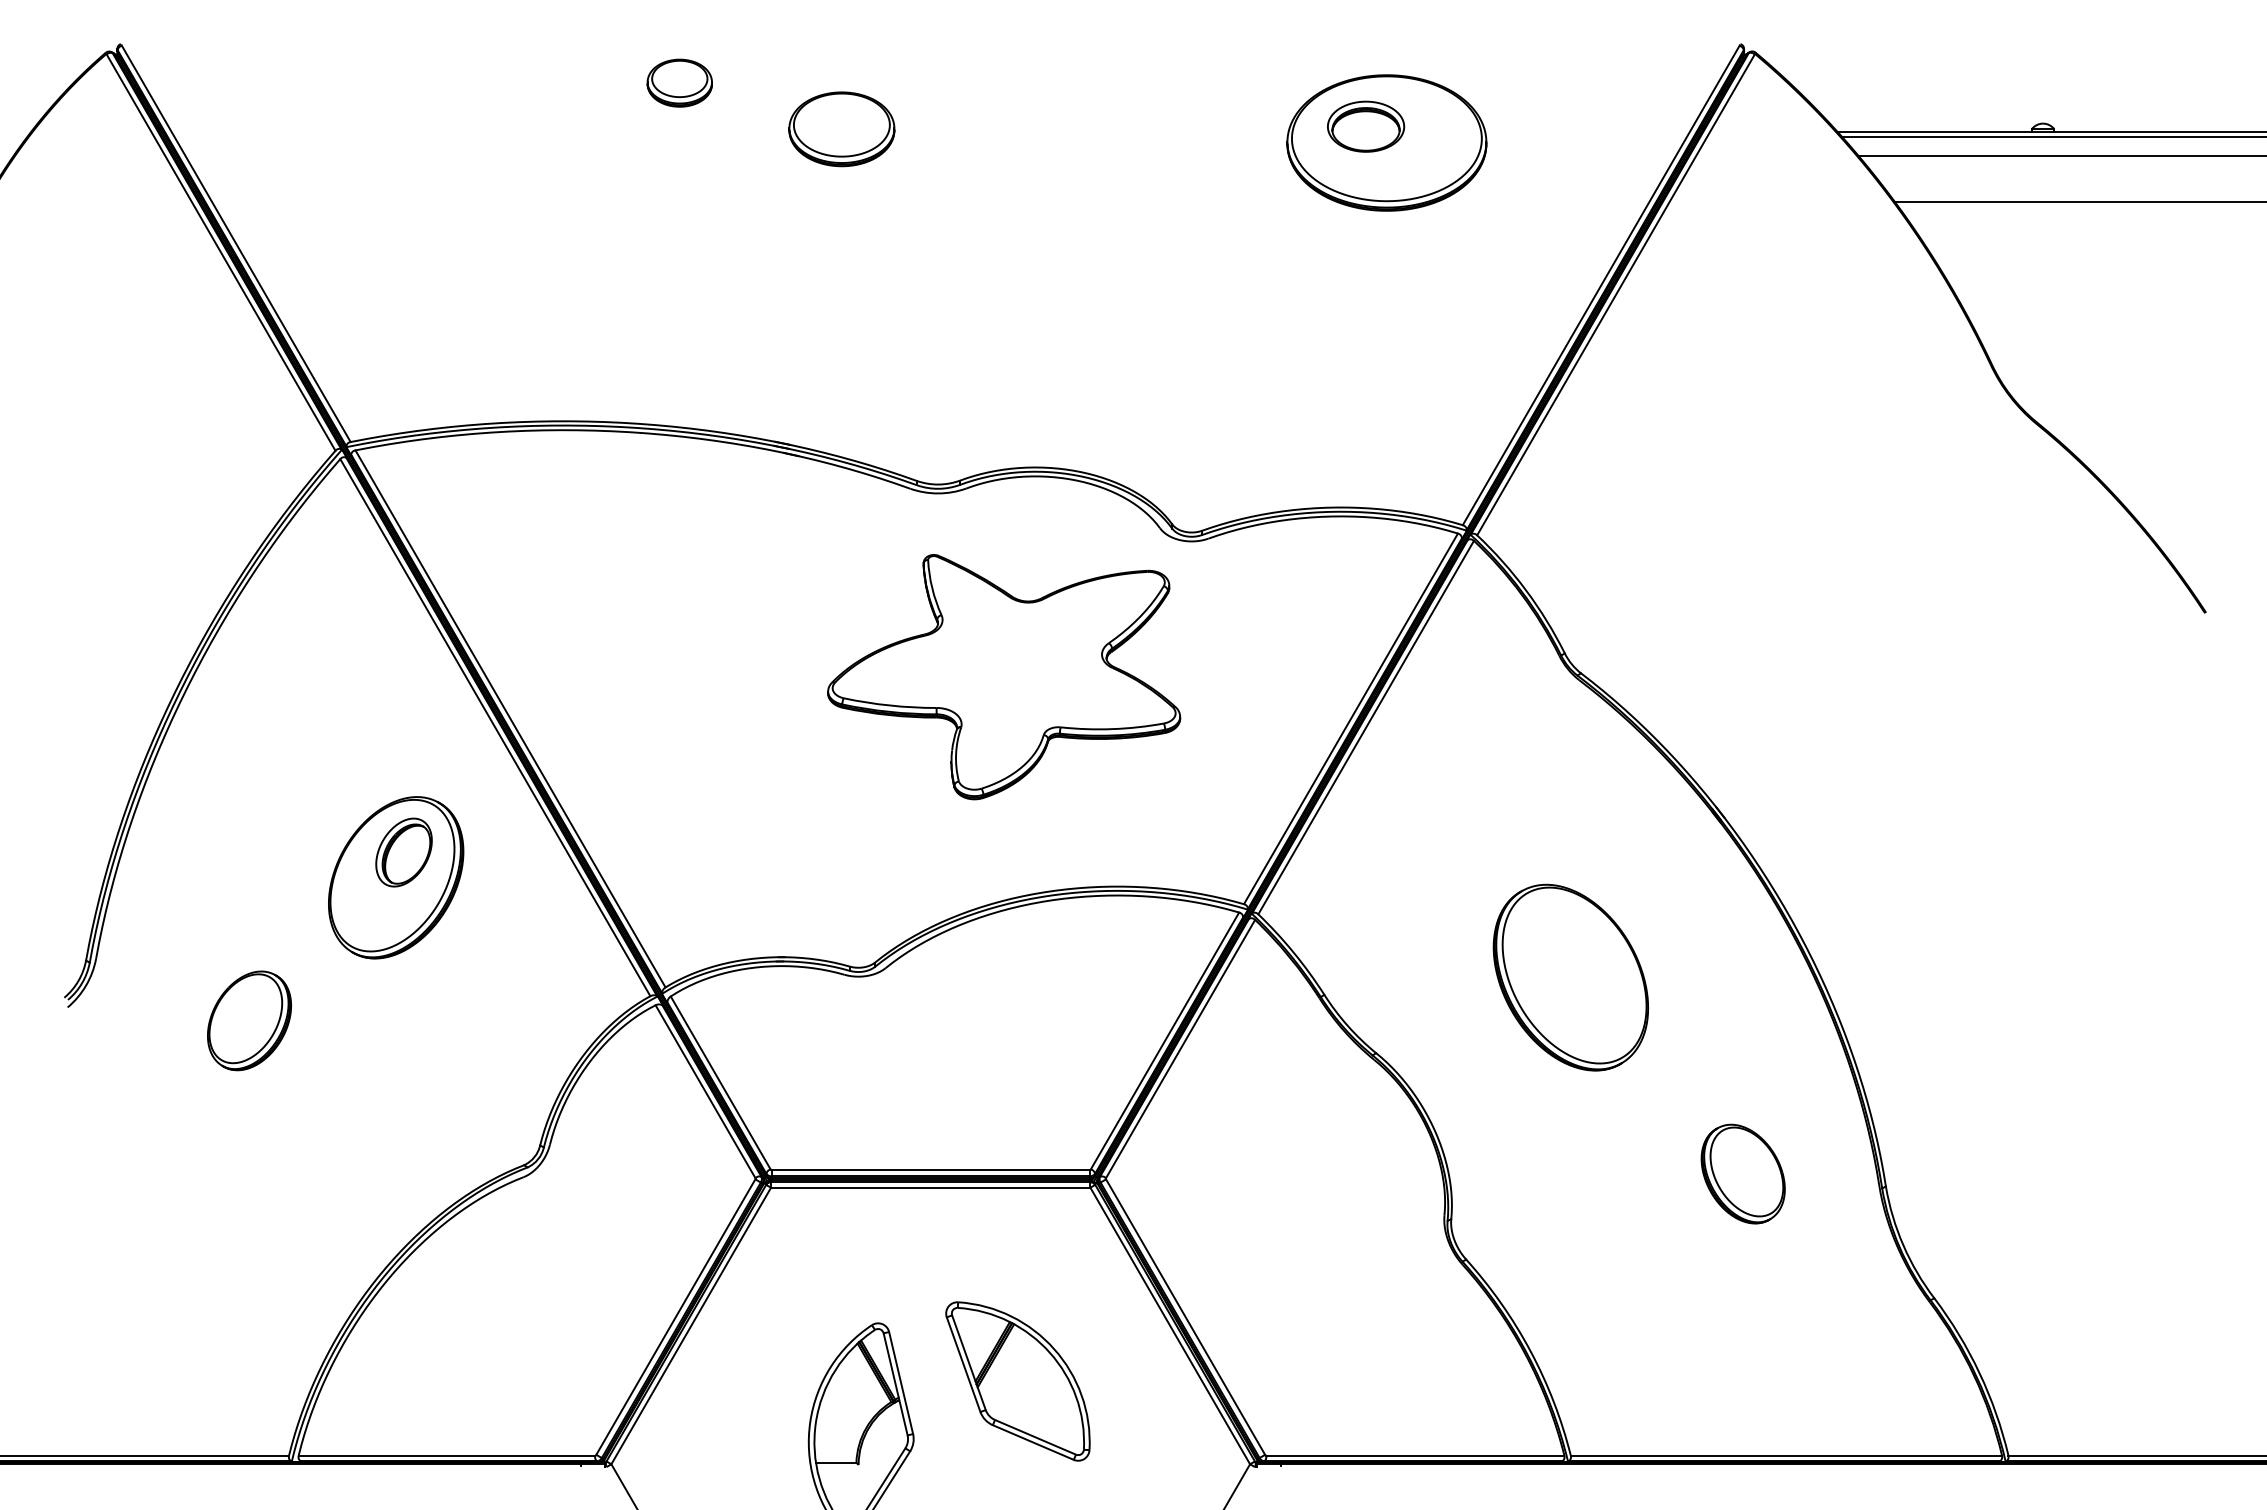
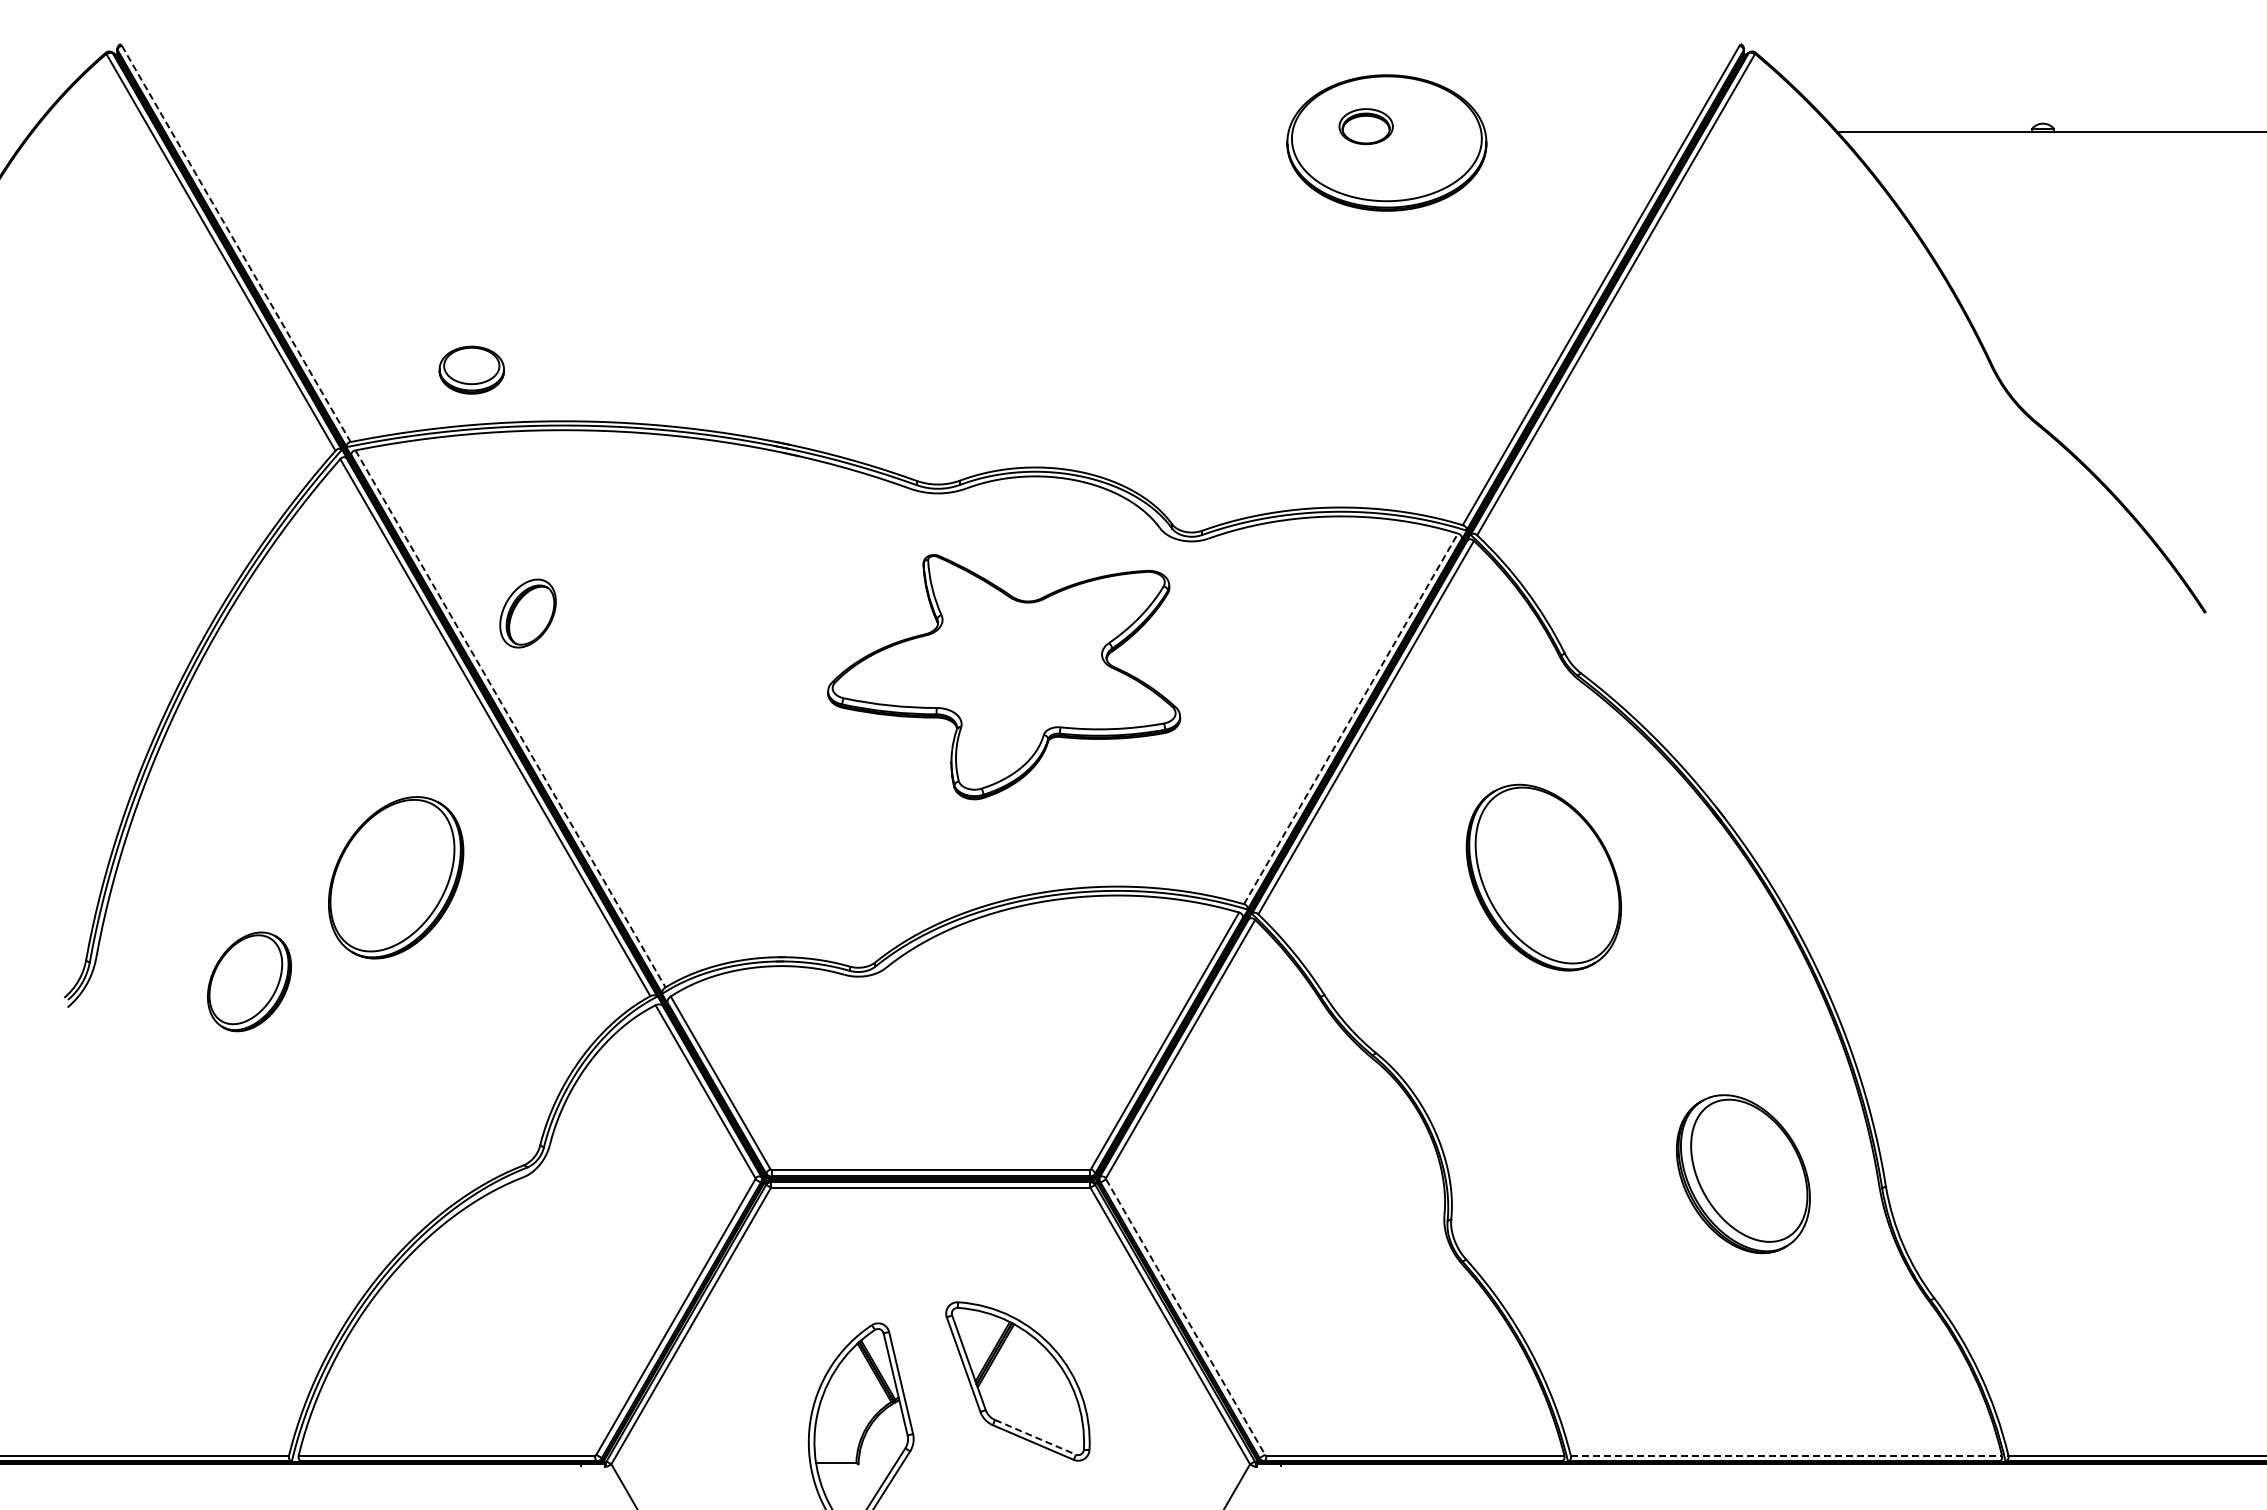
part at (679, 82) position: (679, 82) -> (471, 369)
part at (1366, 126) size: 79x53 px -> 56x38 px
part at (841, 129): present -> none
line at (2052, 137): present -> none
line at (2060, 156): present -> none
line at (2078, 201): present -> none
line at (236, 243): solid -> dashed
line at (1350, 718): solid -> dashed
line at (510, 719): solid -> dashed
part at (403, 852) position: (403, 852) -> (527, 613)
part at (1570, 977) position: (1570, 977) -> (1543, 877)
part at (249, 1020) position: (249, 1020) -> (249, 981)
part at (1742, 1173) size: 86x102 px -> 136x161 px
line at (1185, 1317): solid -> dashed
line at (1036, 1437): solid -> dashed
line at (1786, 1455): solid -> dashed
